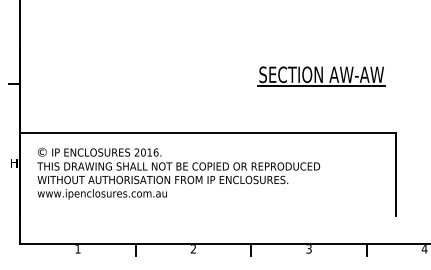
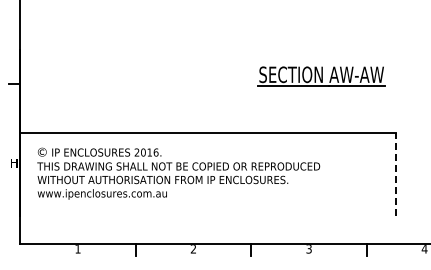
line at (396, 174): solid -> dashed
